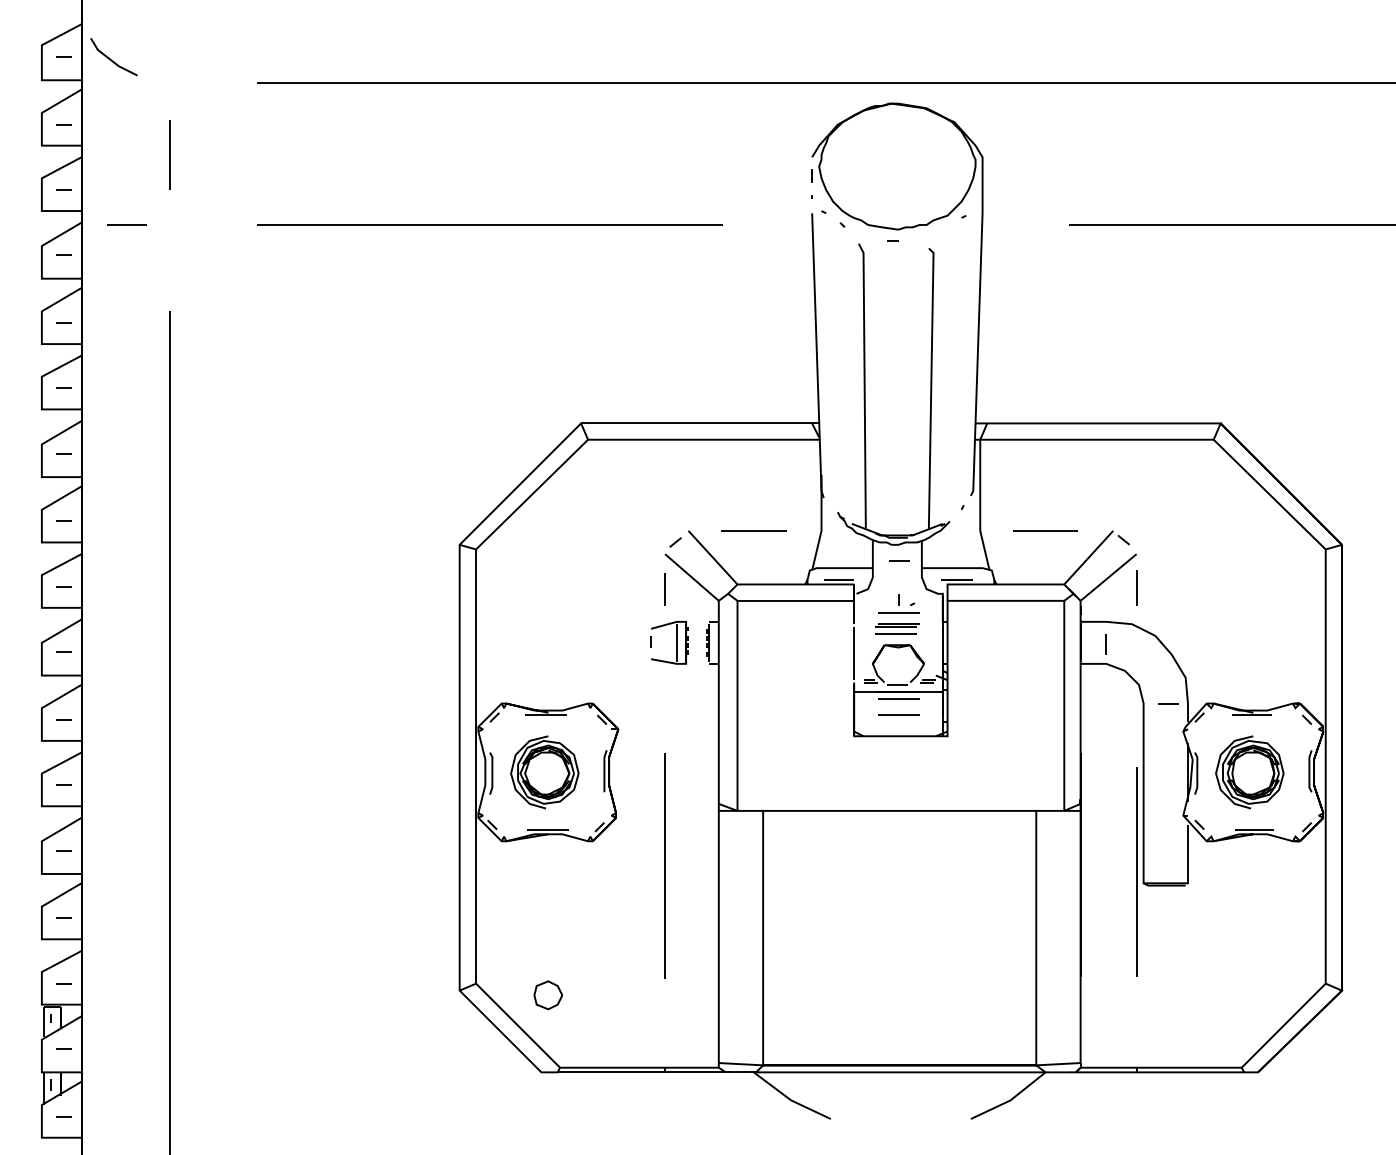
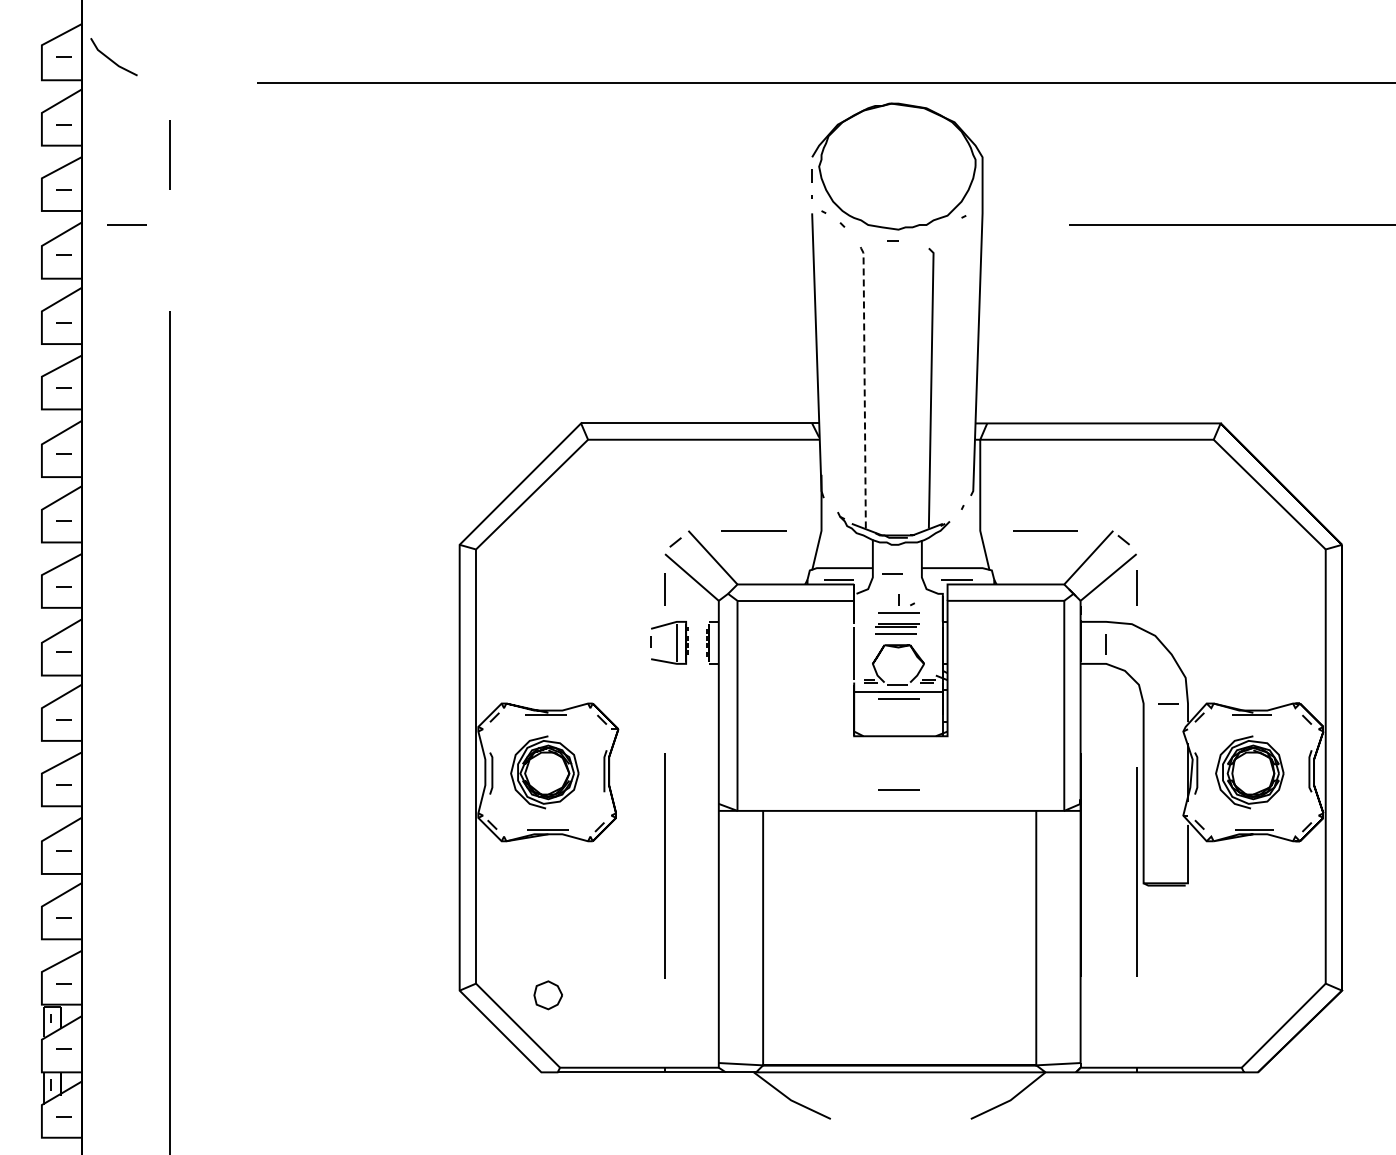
line at (489, 224): present -> none
line at (864, 383): solid -> dashed
line at (899, 560) position: (899, 560) -> (892, 573)
line at (898, 714) position: (898, 714) -> (898, 789)
